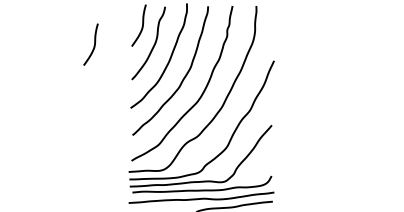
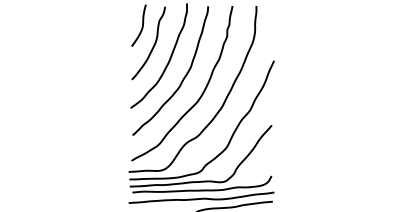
curve at (93, 45): present -> none
